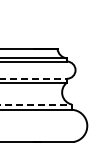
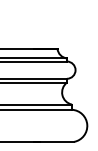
line at (34, 78): dashed -> solid
line at (36, 104): dashed -> solid
